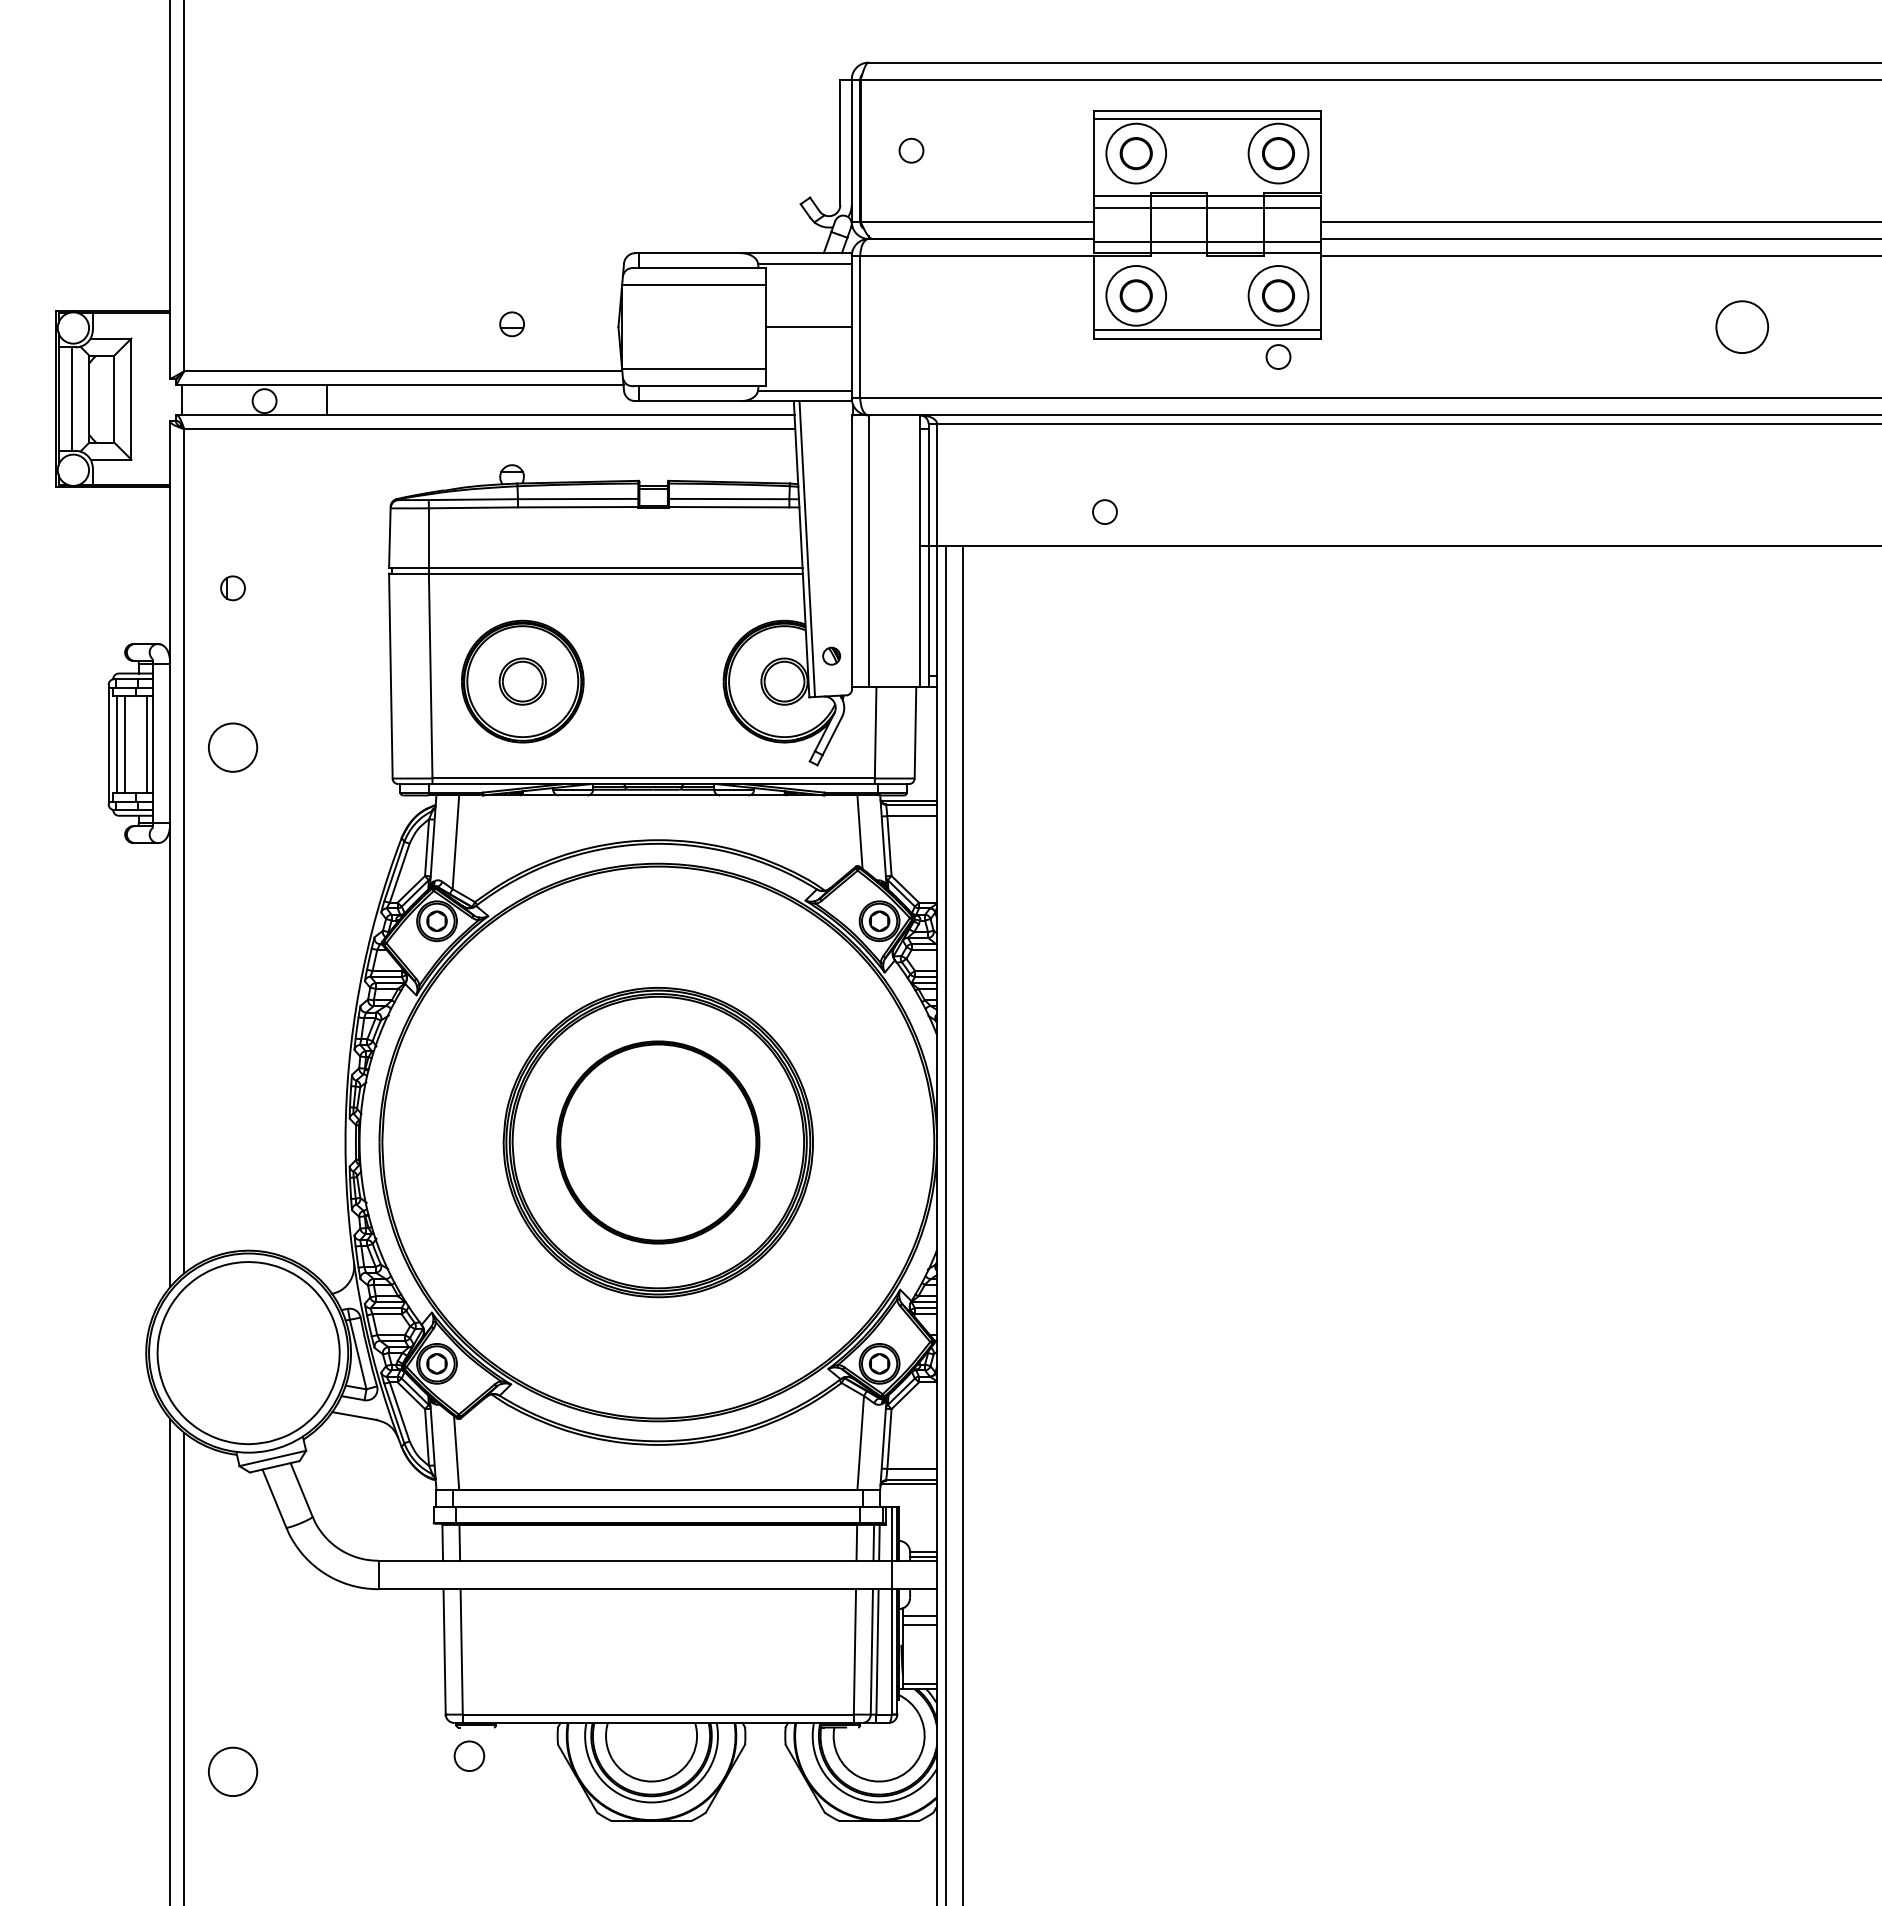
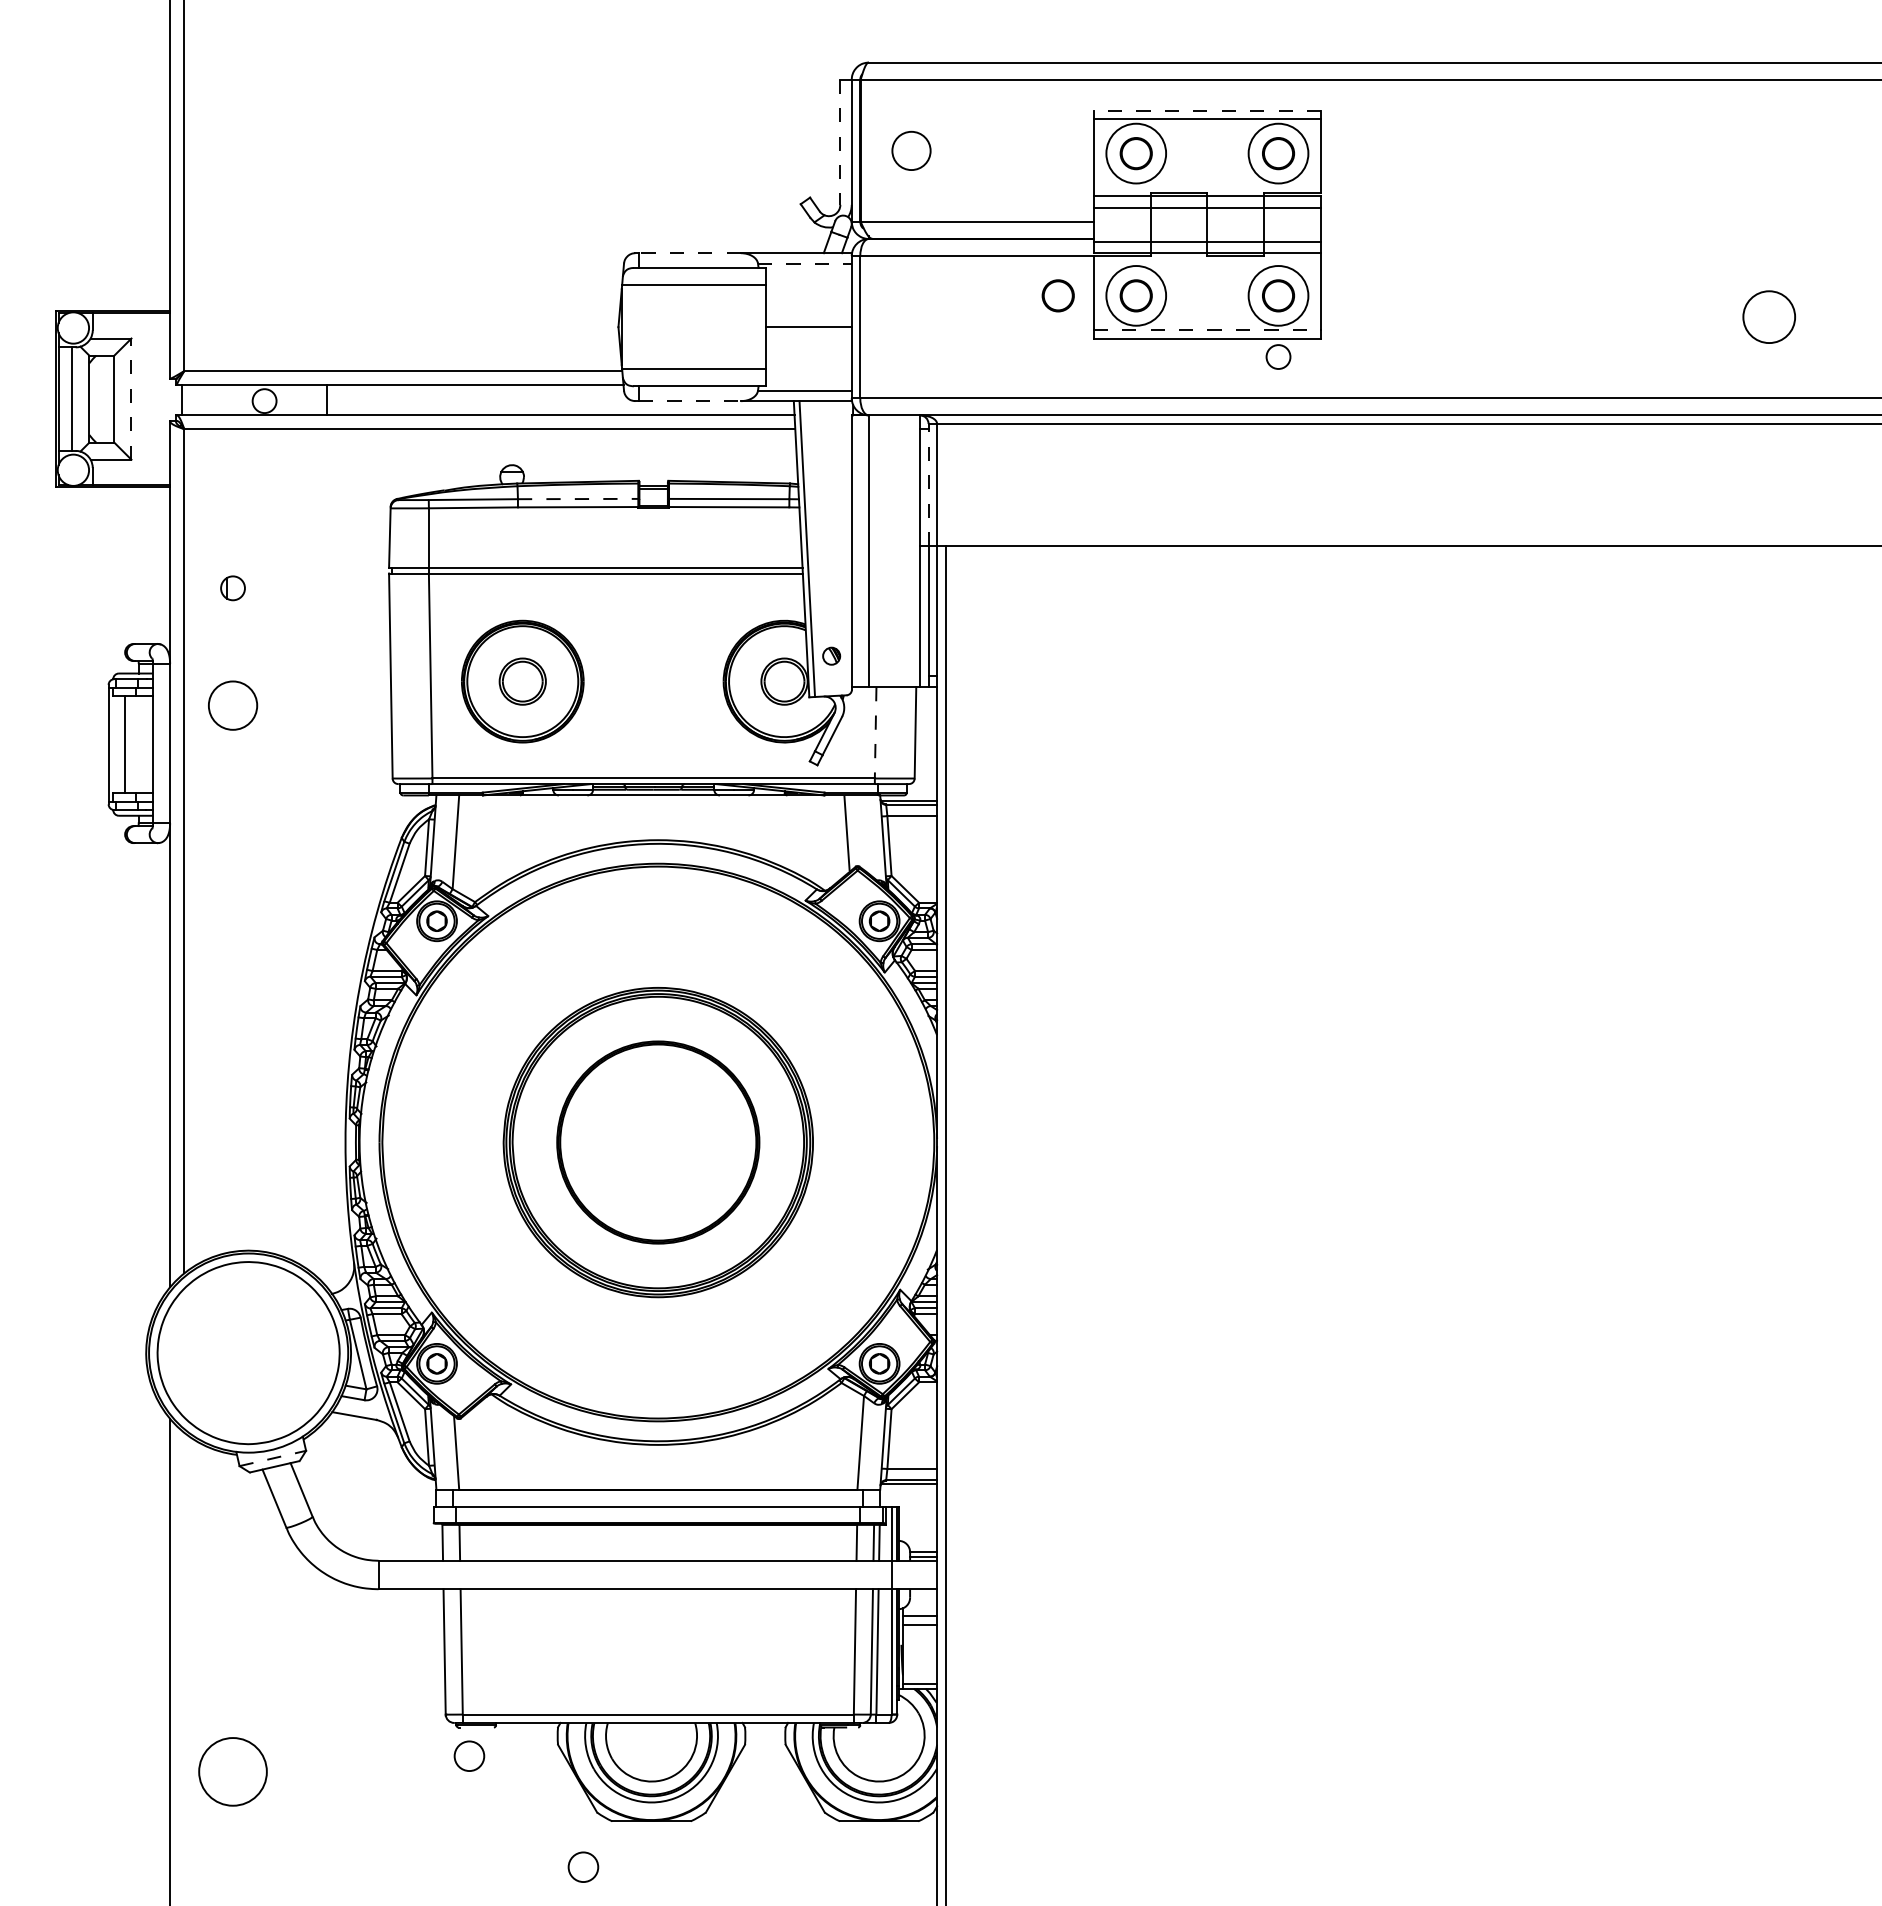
line at (1207, 110): solid -> dashed
line at (840, 142): solid -> dashed
circle at (911, 150) size: 27x27 px -> 41x41 px
line at (1599, 221): present -> none
line at (1599, 238): present -> none
line at (689, 253): solid -> dashed
line at (1599, 256): present -> none
line at (804, 263): solid -> dashed
circle at (1057, 295): none -> present
part at (511, 324): present -> none
circle at (1741, 326) position: (1741, 326) -> (1768, 316)
line at (1207, 330): solid -> dashed
line at (131, 399): solid -> dashed
line at (690, 401): solid -> dashed
line at (928, 484): solid -> dashed
line at (578, 499): solid -> dashed
circle at (1104, 511): present -> none
line at (875, 732): solid -> dashed
line at (117, 744): present -> none
line at (147, 744): present -> none
circle at (233, 747) position: (233, 747) -> (233, 705)
line at (859, 832) position: (859, 832) -> (846, 833)
line at (962, 1224): present -> none
line at (273, 1458): solid -> dashed
line at (184, 1667): present -> none
circle at (232, 1771) diameter: 48 px -> 68 px
circle at (583, 1866): none -> present
